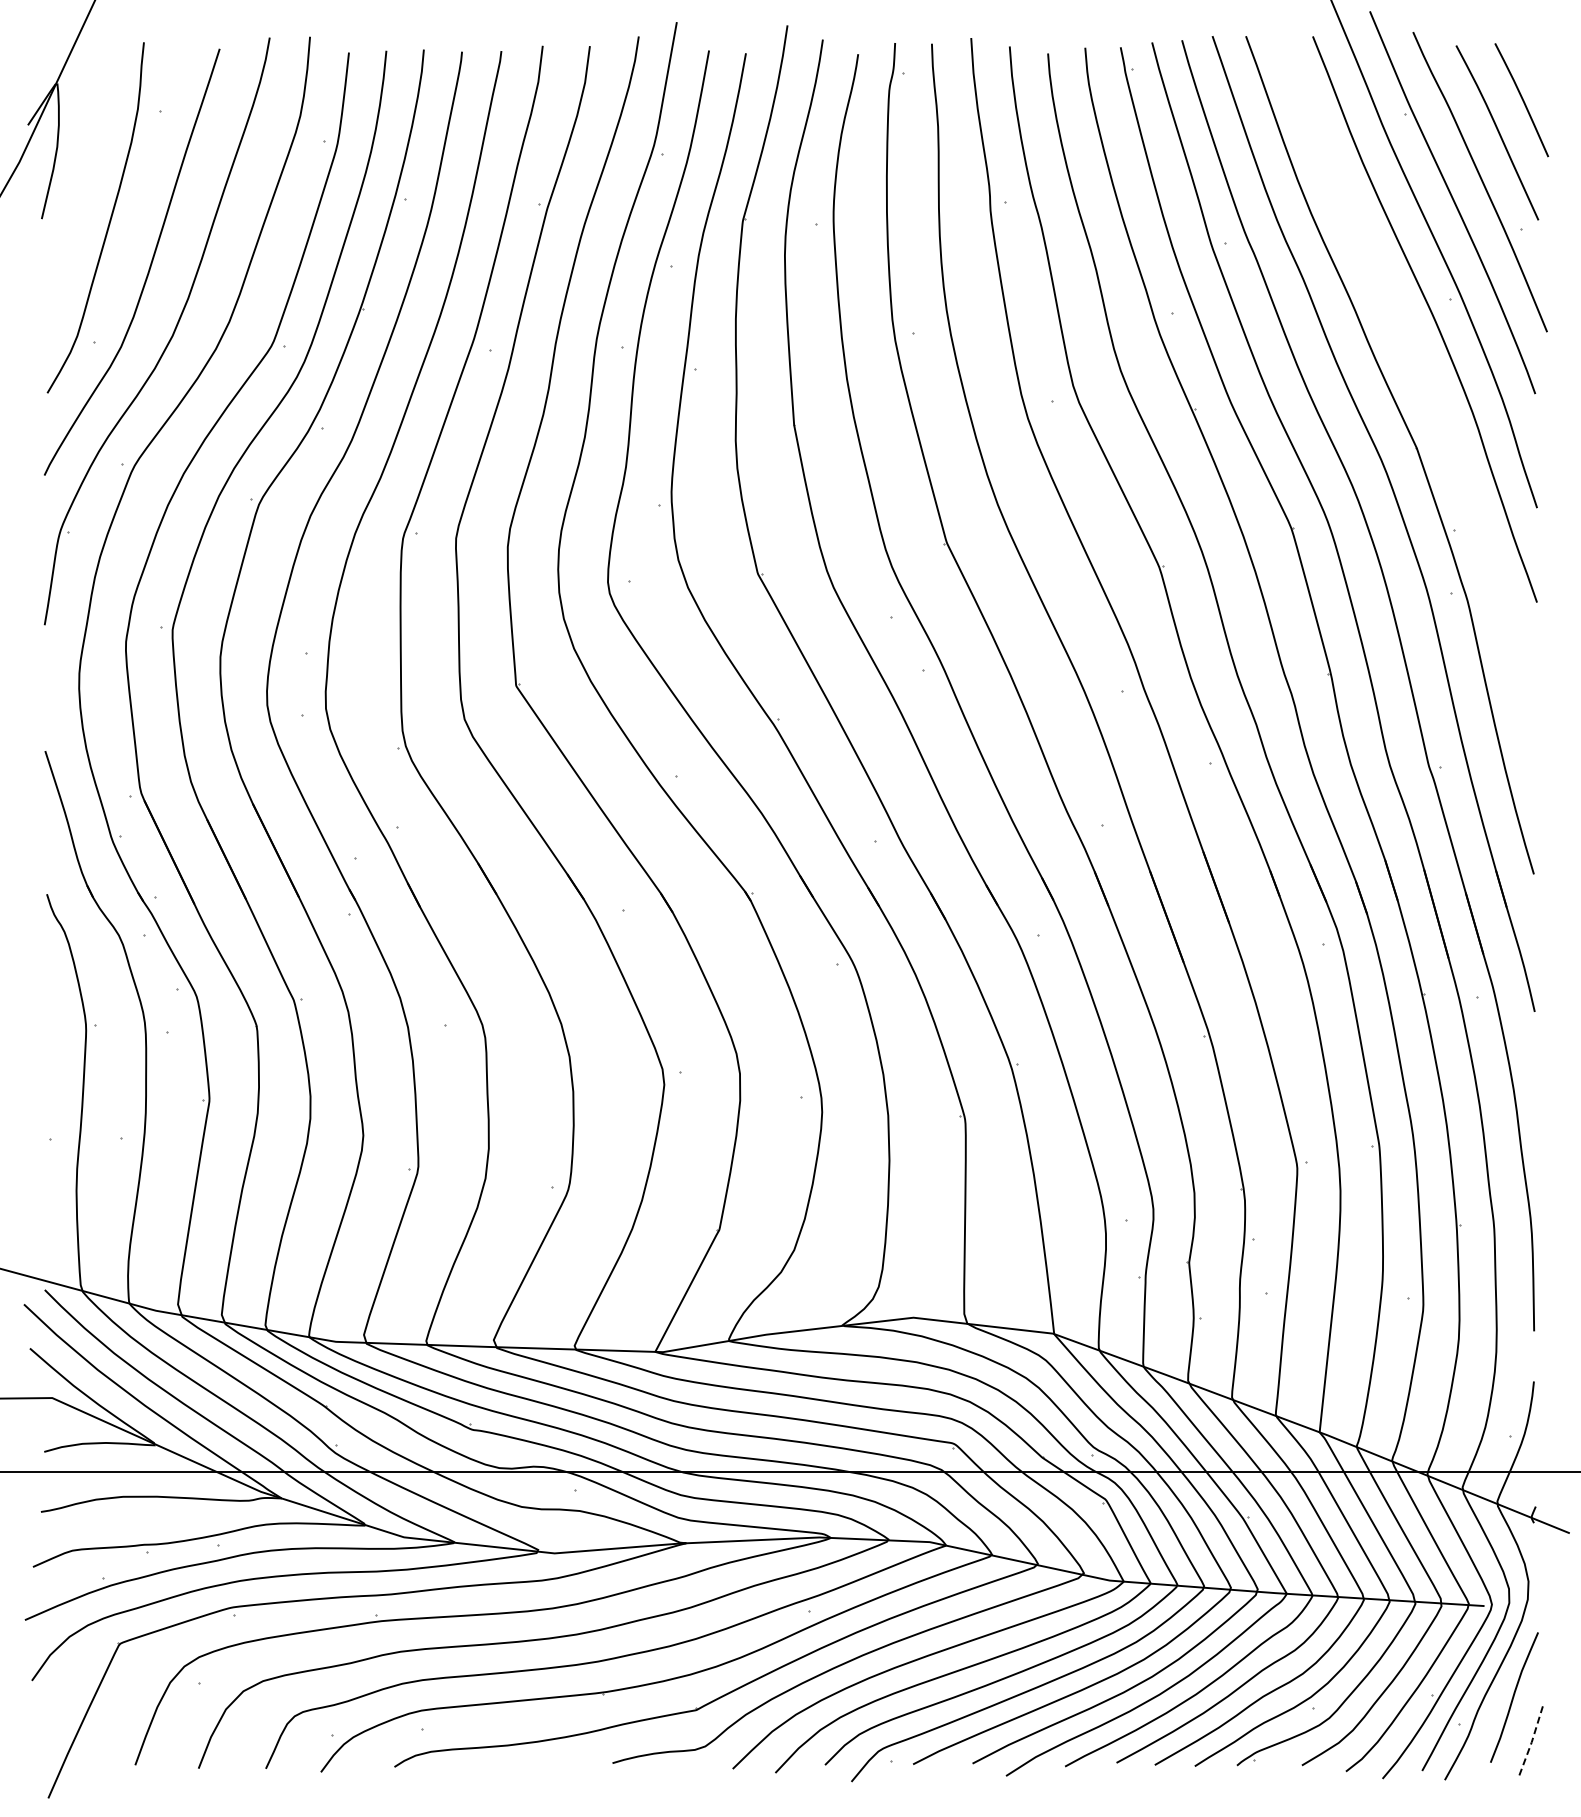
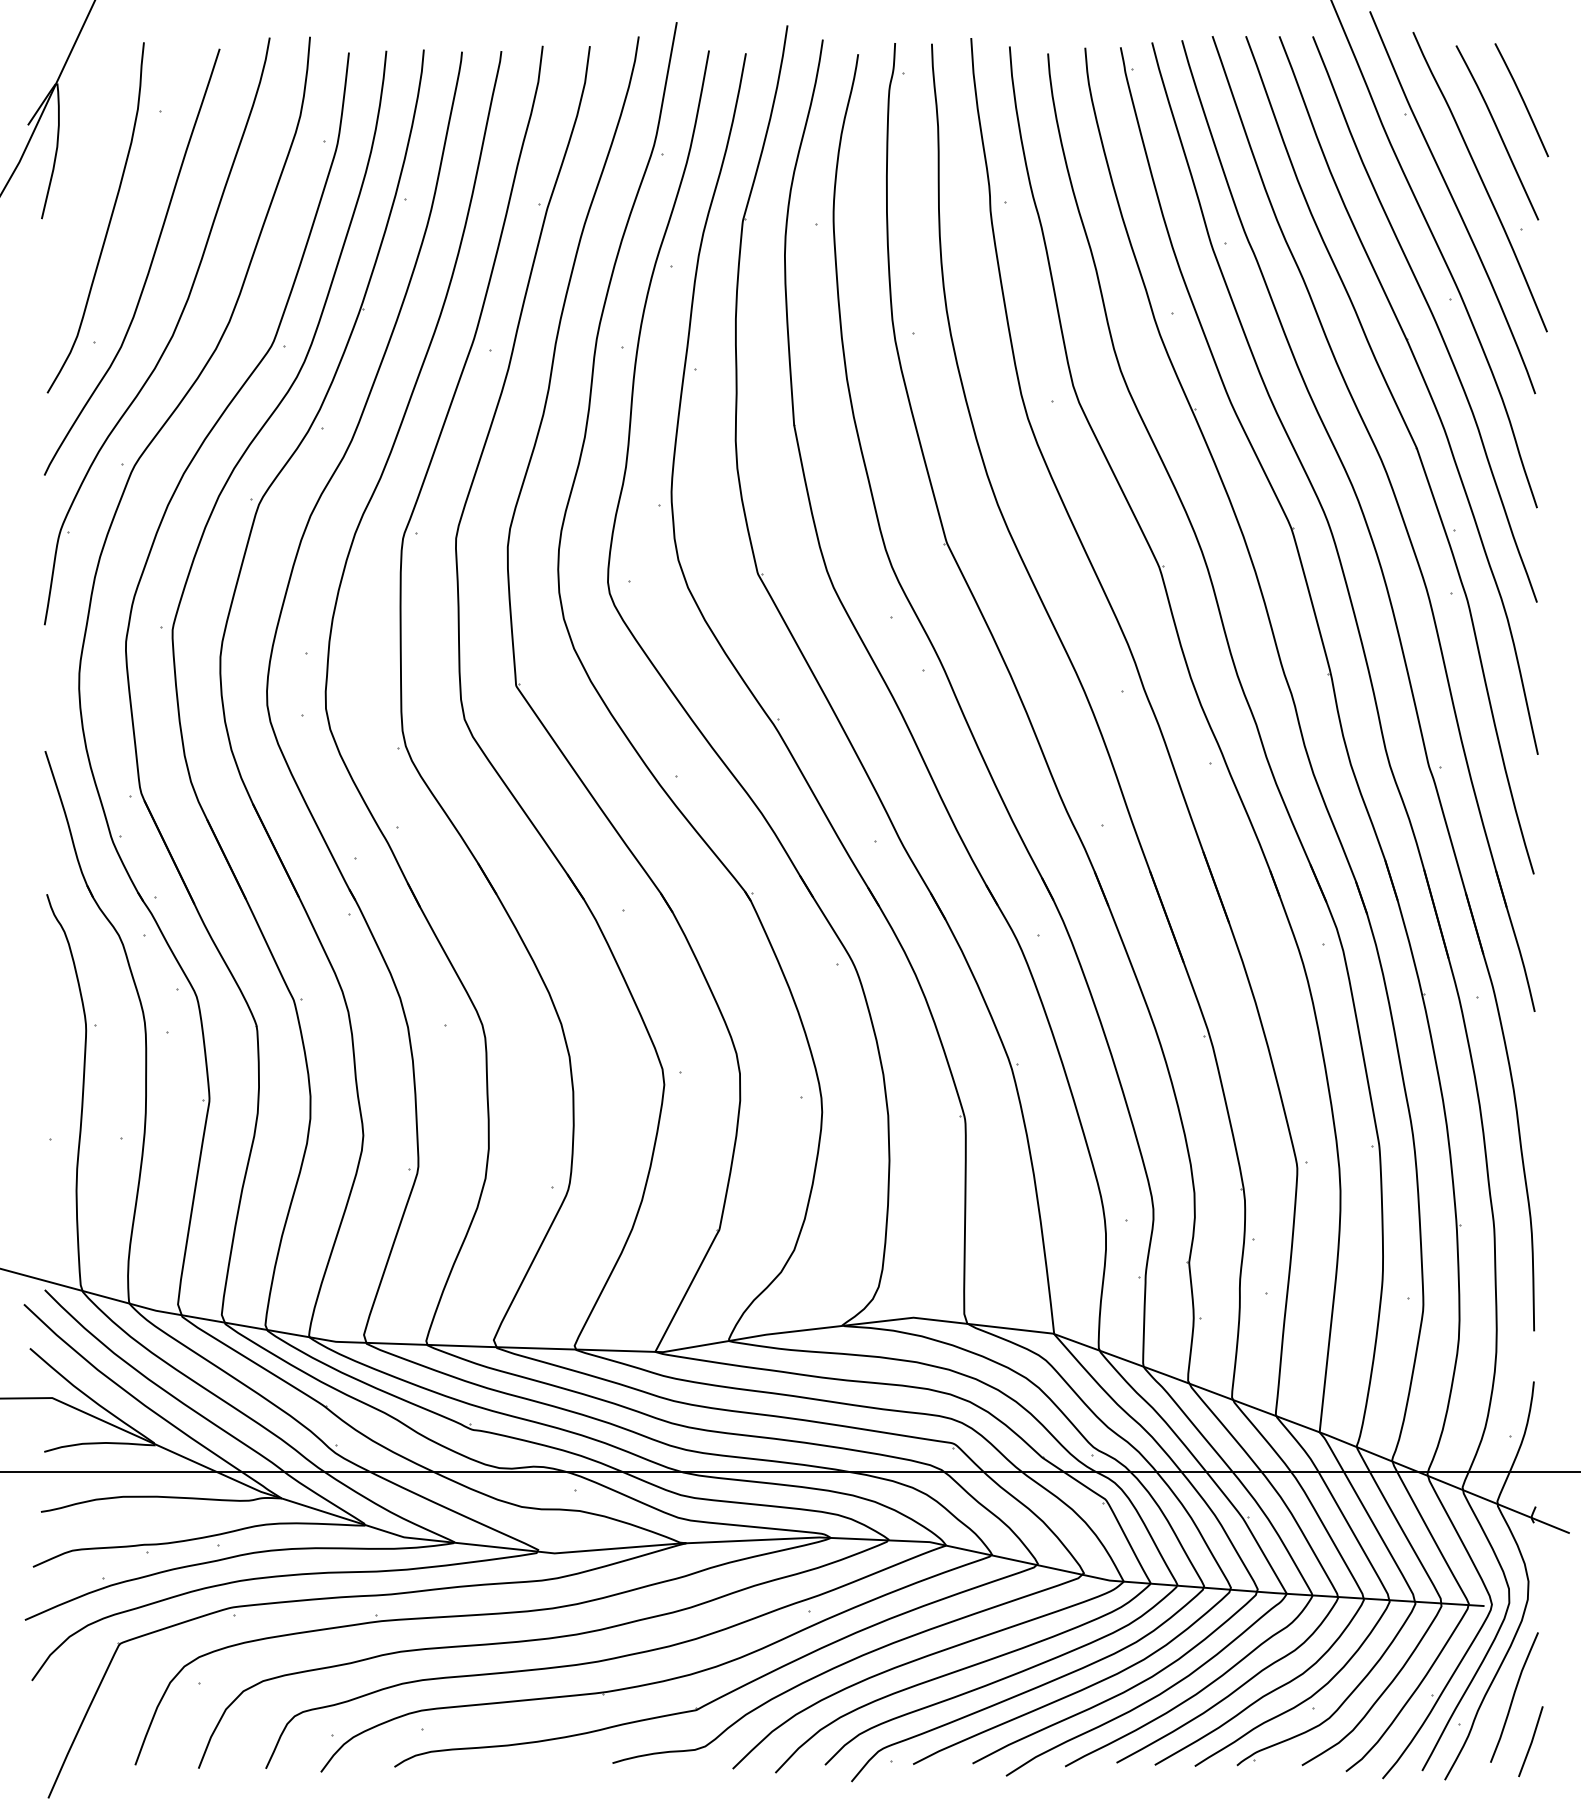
part at (1425, 386): none -> present
line at (1531, 1742): dashed -> solid
